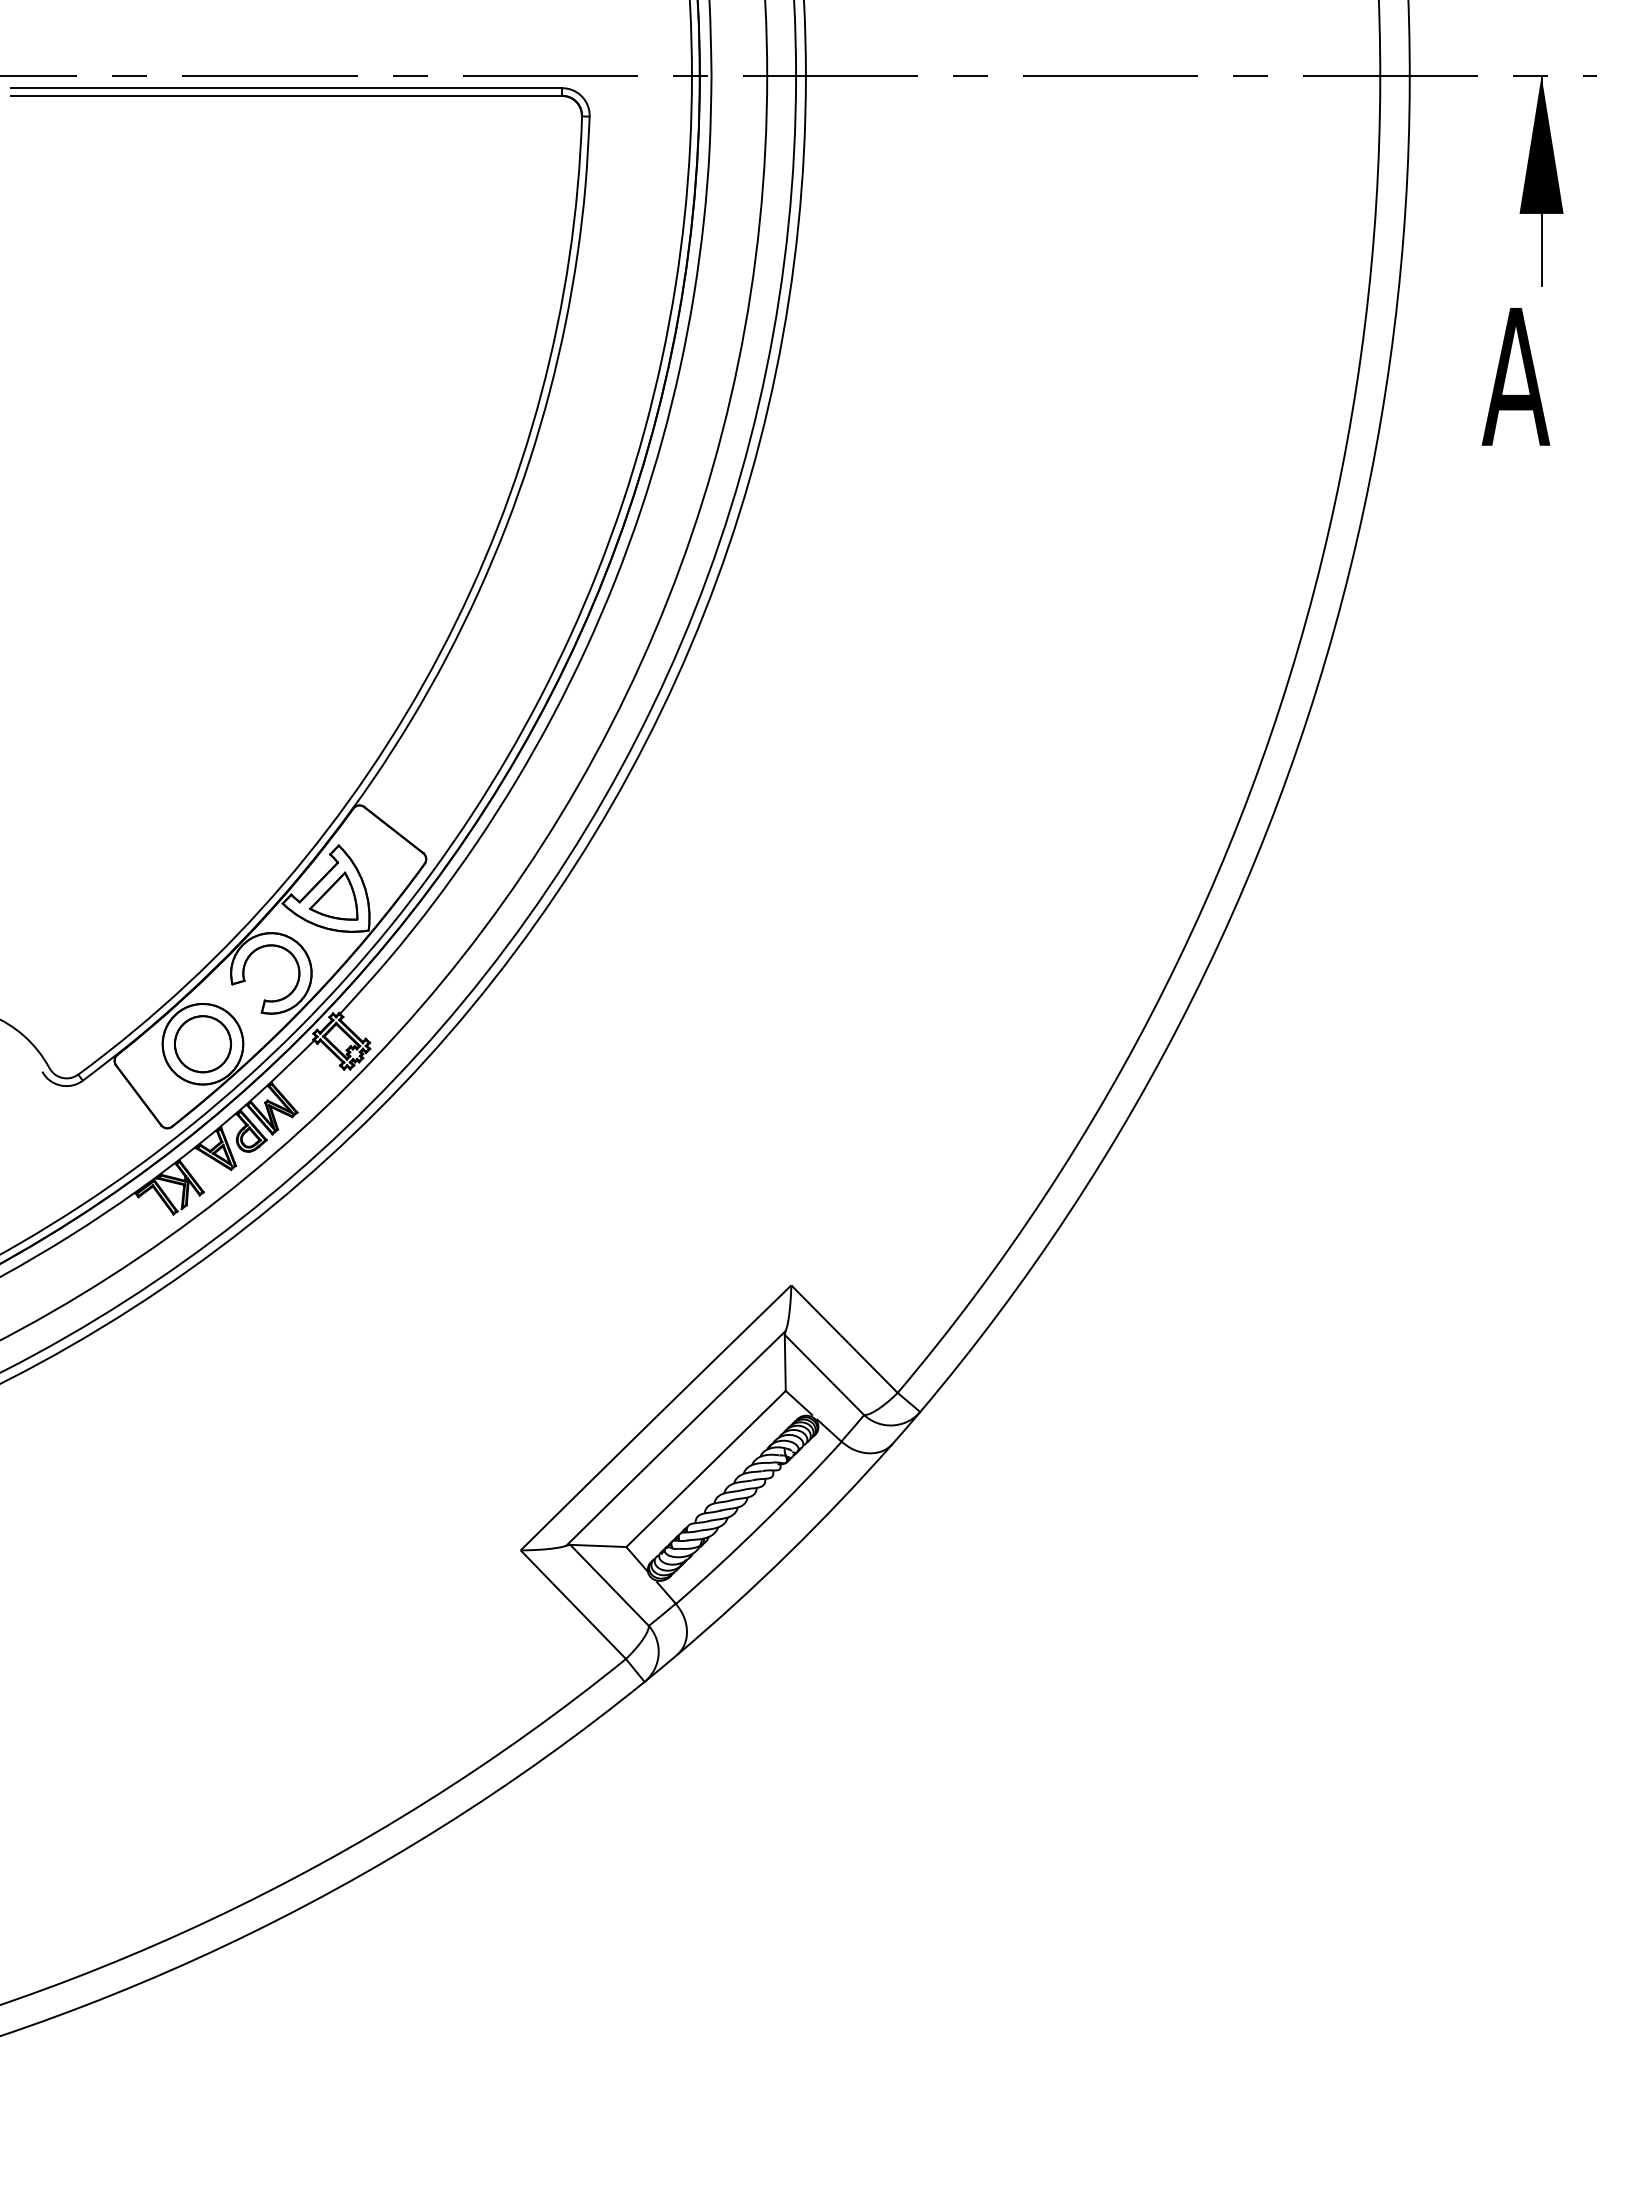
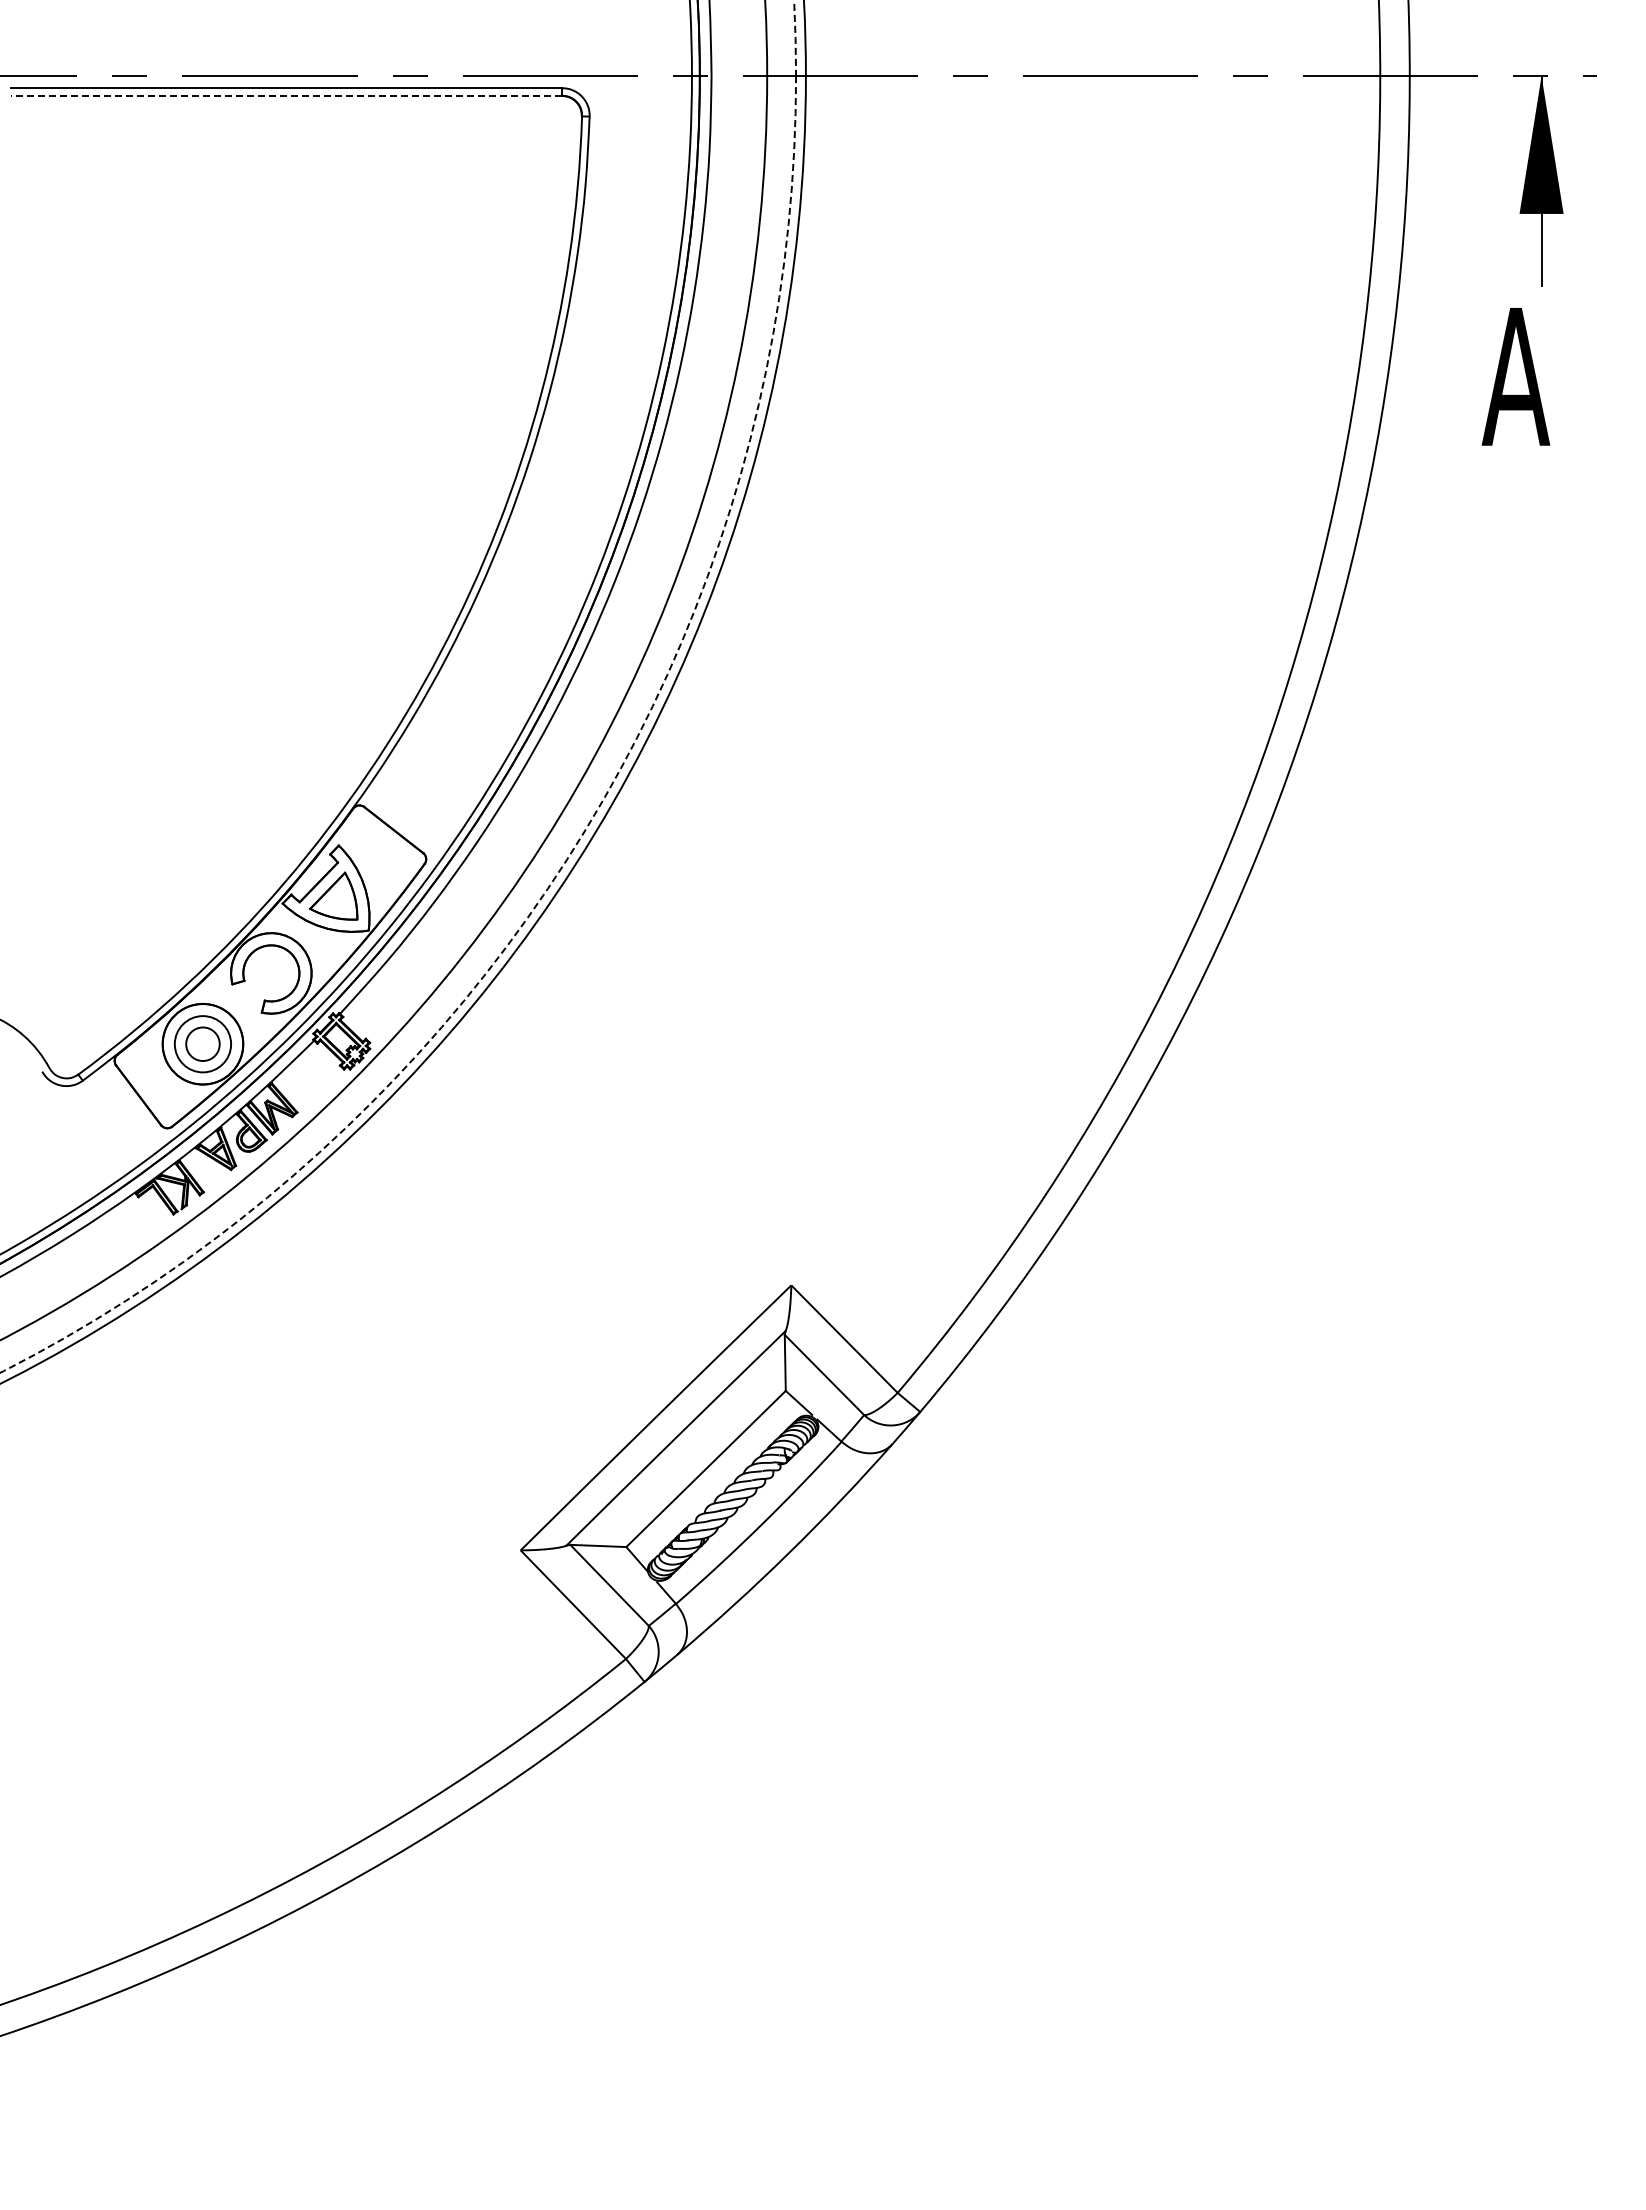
line at (286, 95): solid -> dashed
circle at (398, 686): solid -> dashed
circle at (202, 1044) diameter: 56 px -> 34 px
